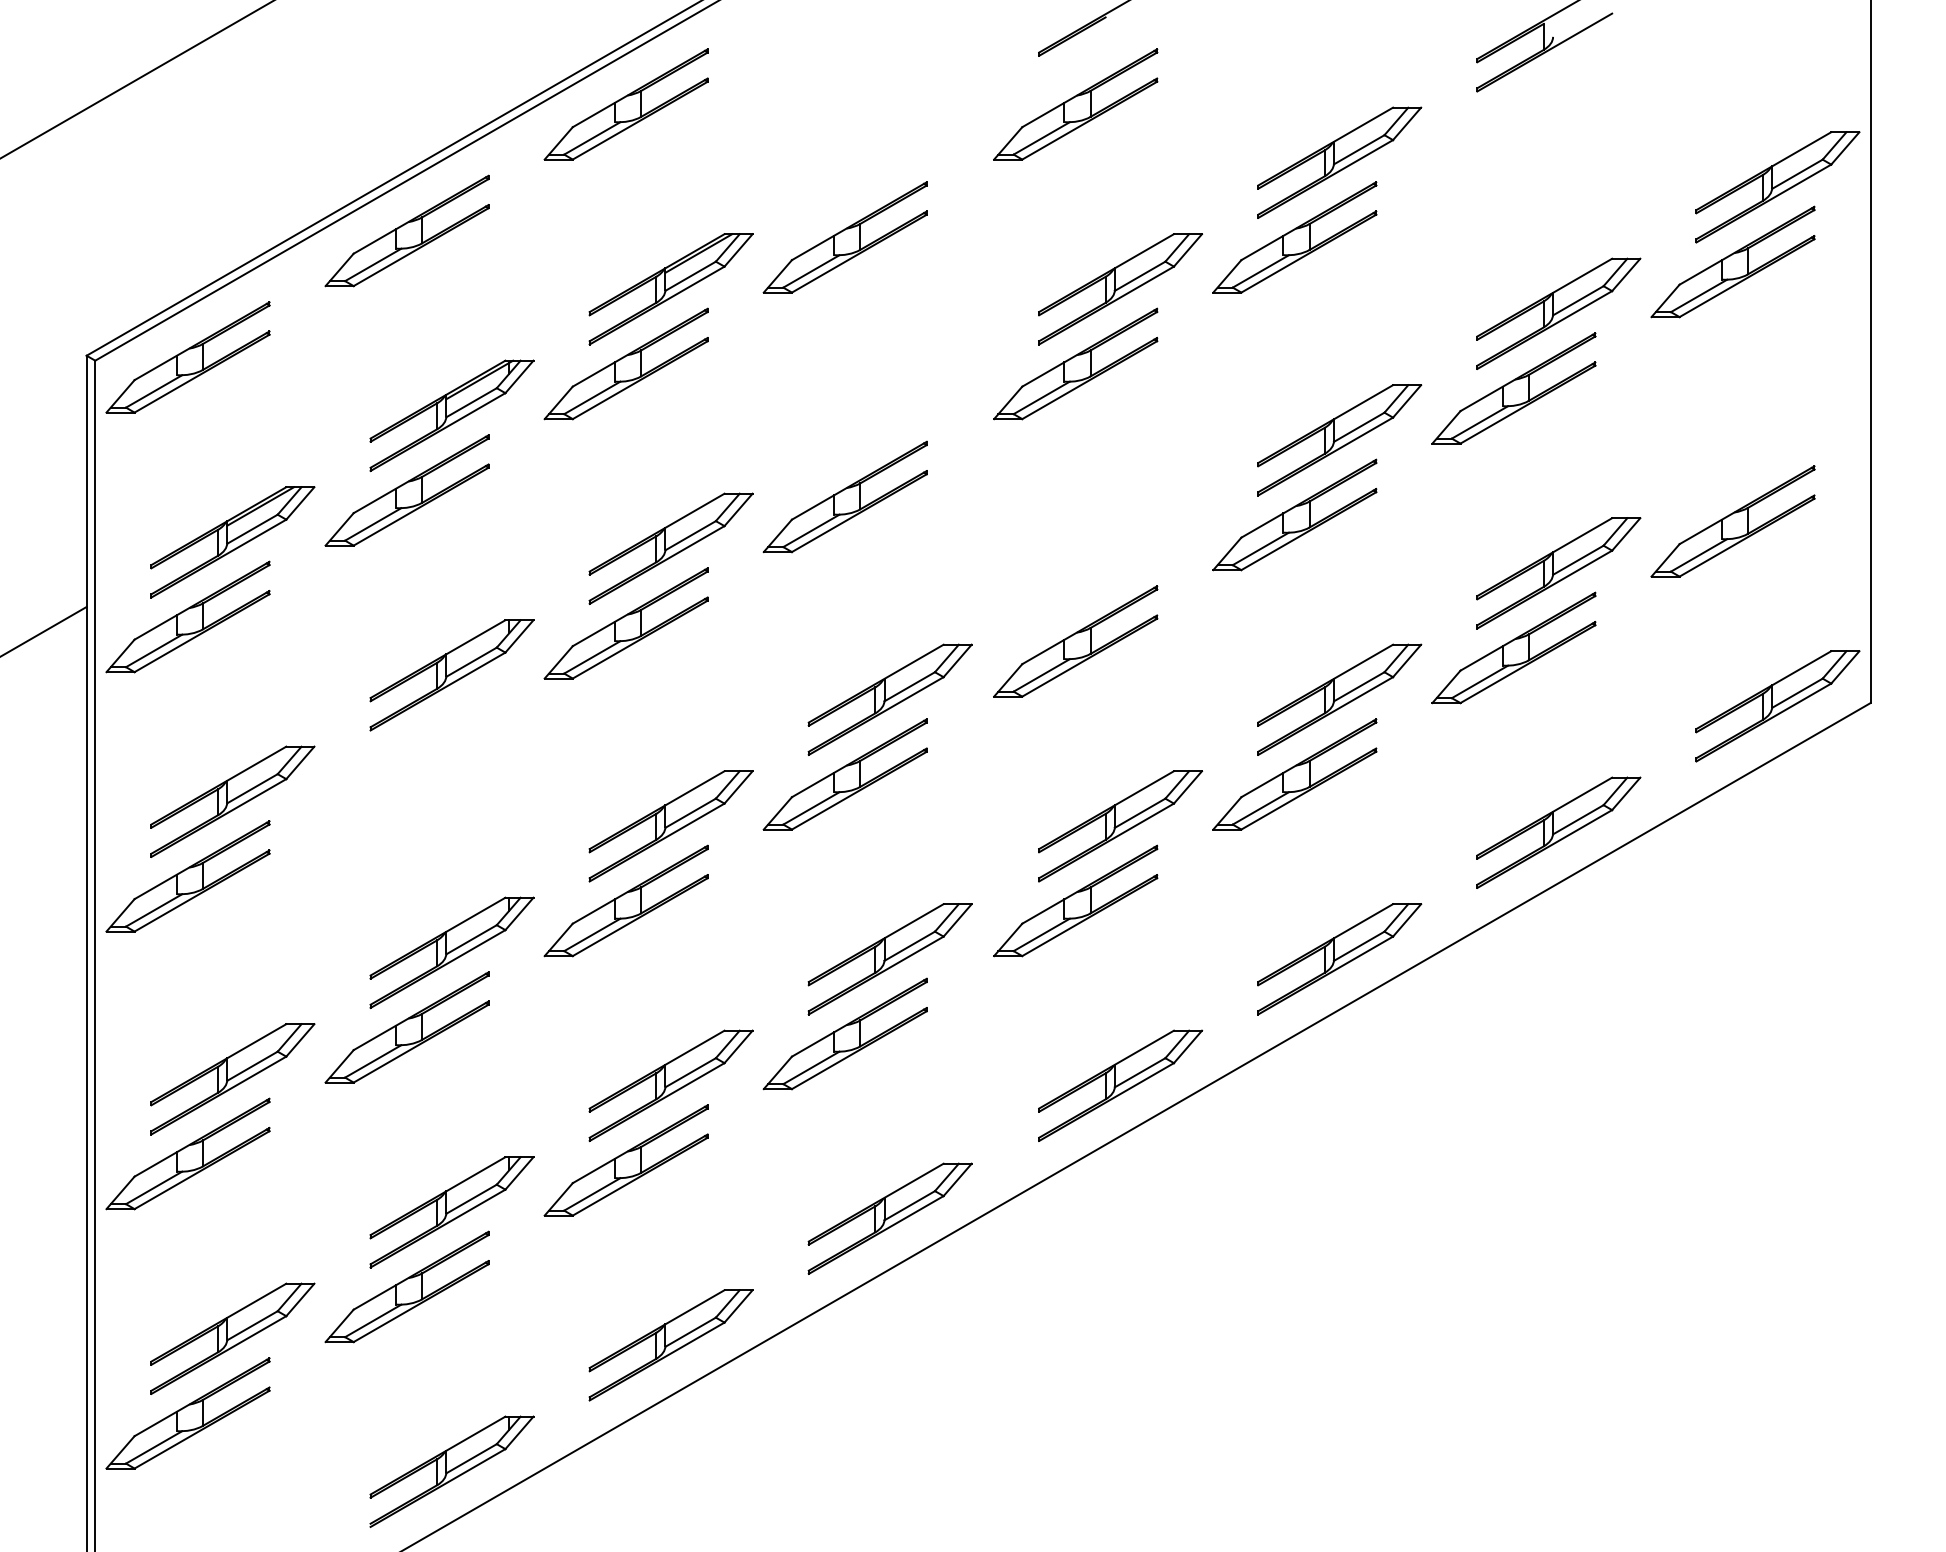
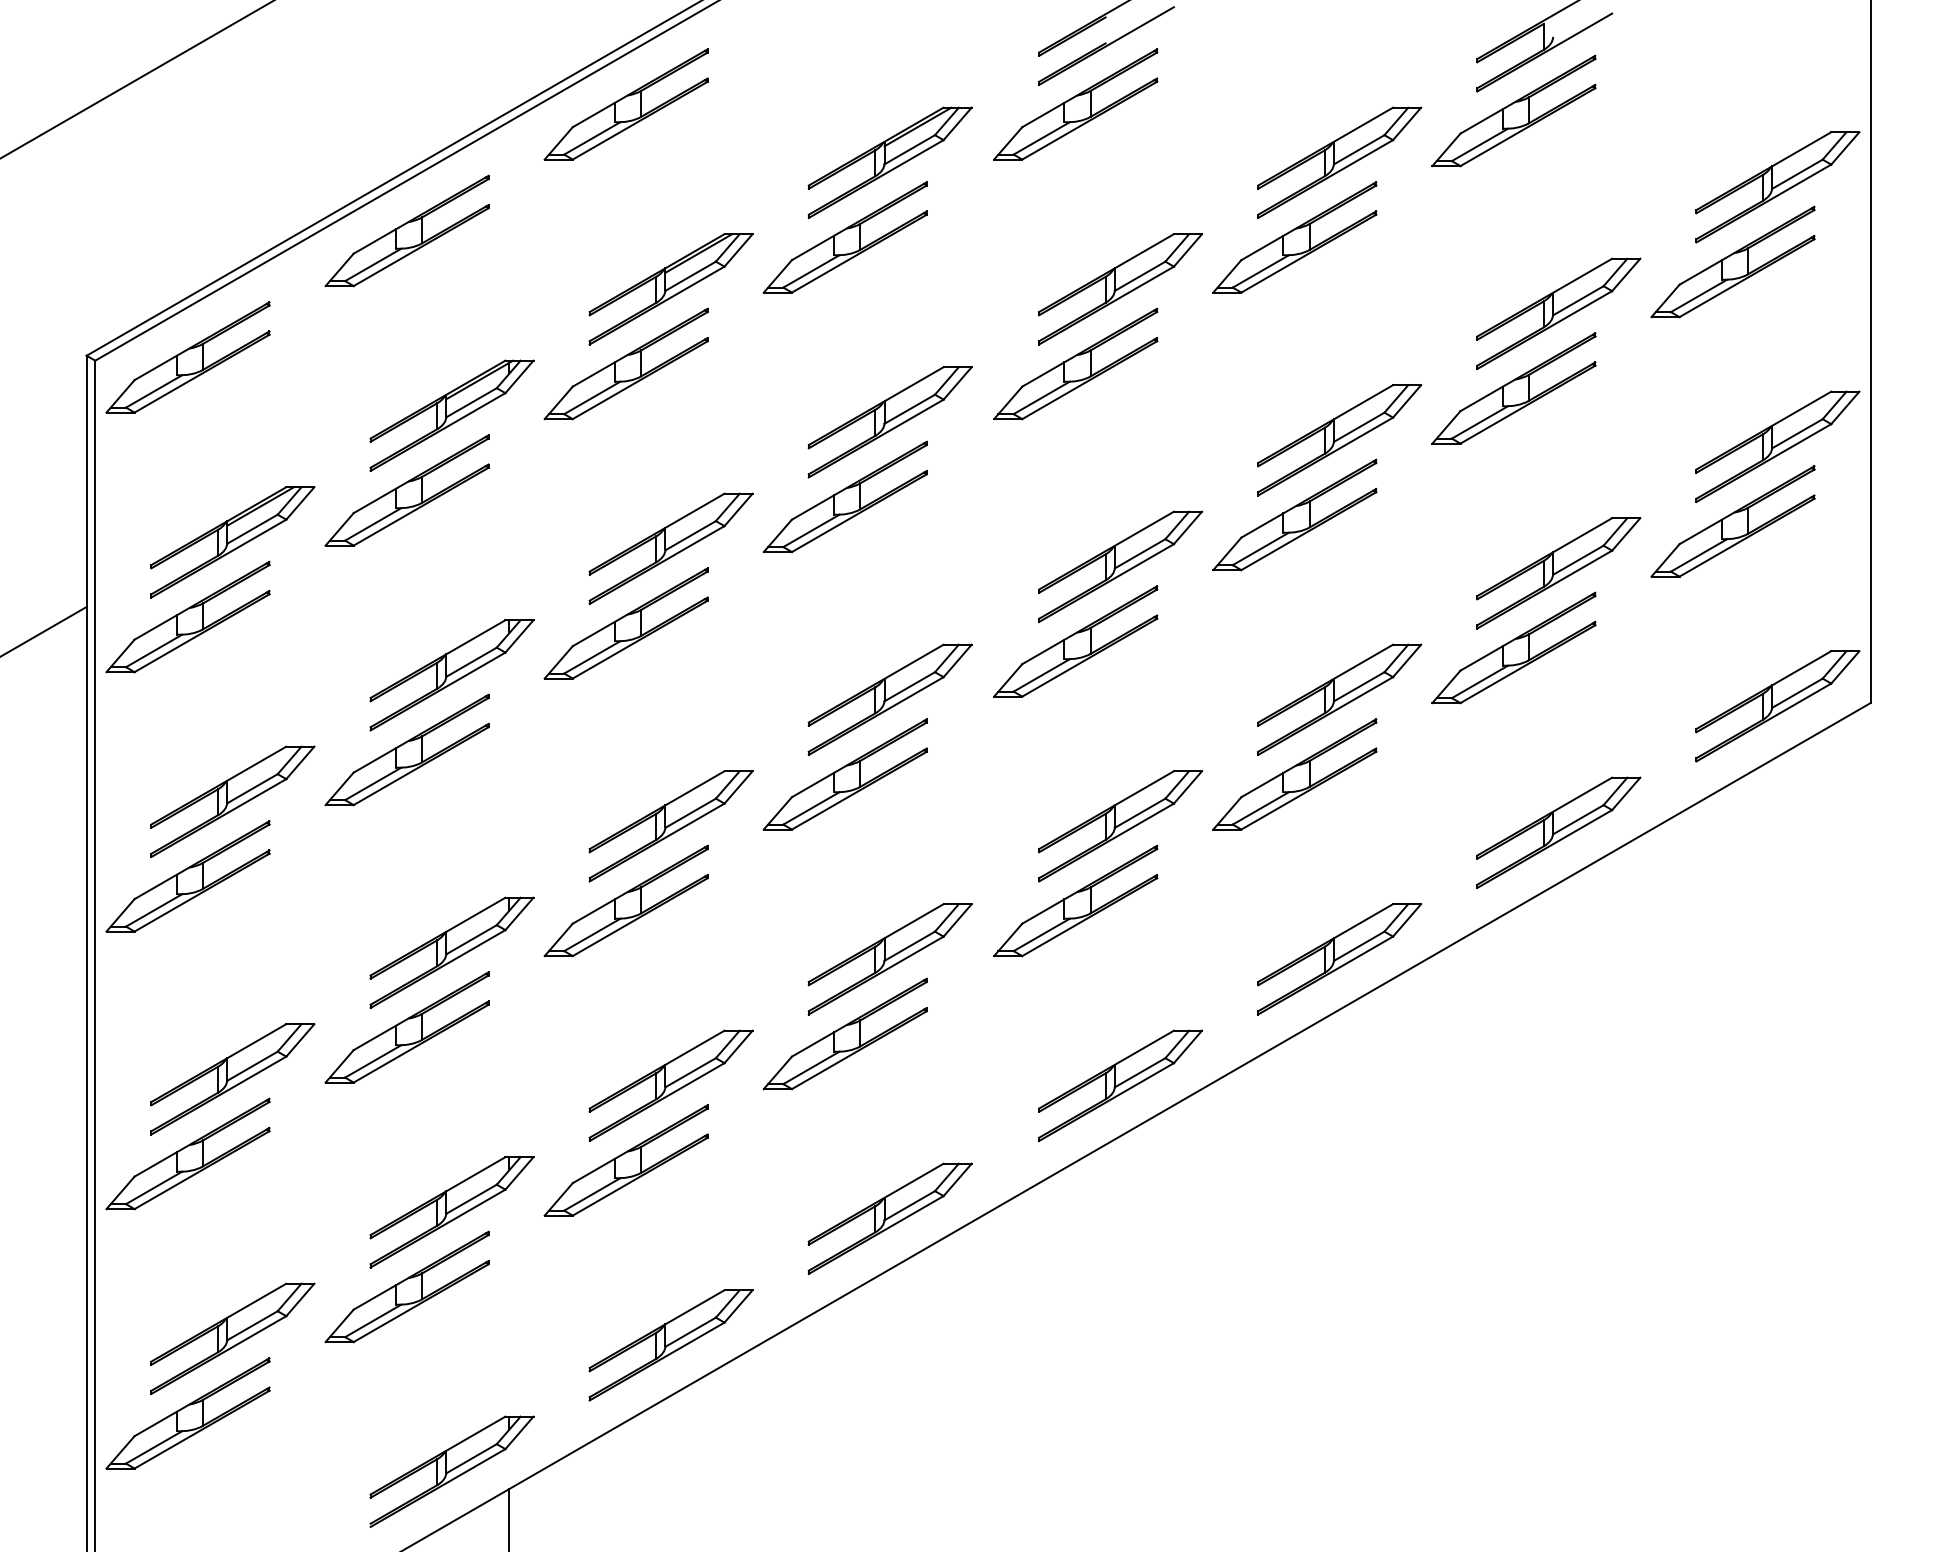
part at (1106, 45): none -> present
part at (1513, 110): none -> present
part at (889, 162): none -> present
part at (889, 422): none -> present
part at (1777, 446): none -> present
part at (1120, 566): none -> present
part at (406, 749): none -> present
line at (509, 1518): none -> present
